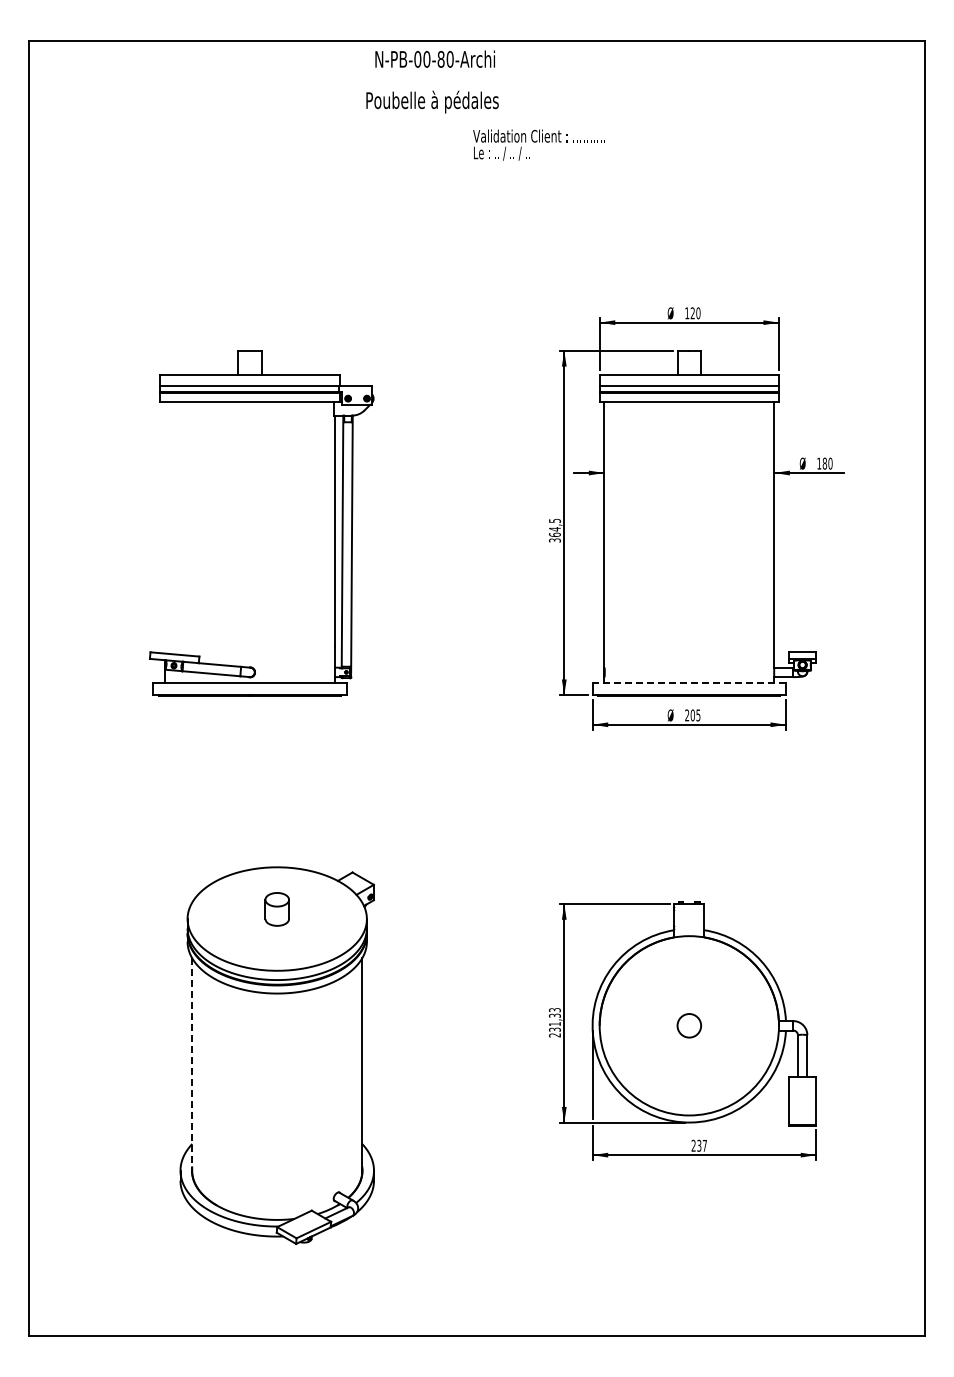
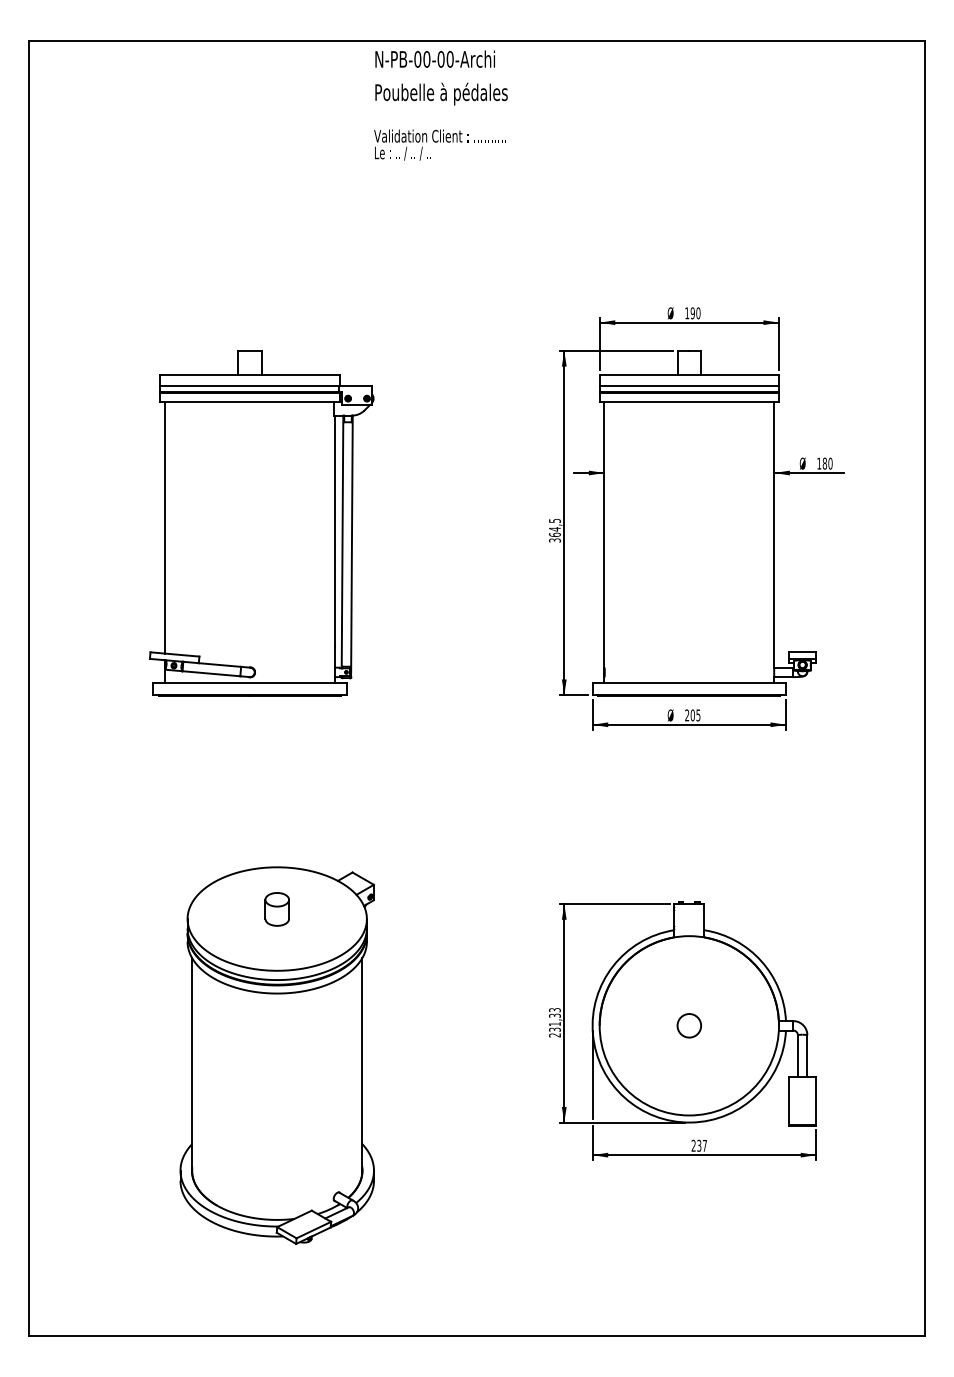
text at (440, 59): N-PB-00-80-Archi -> N-PB-00-00-Archi
text at (432, 101) position: (432, 101) -> (441, 93)
text at (538, 144) position: (538, 144) -> (439, 144)
text at (692, 313): 120 -> 190
line at (165, 527): none -> present
line at (689, 682): dashed -> solid
line at (192, 1066): dashed -> solid
